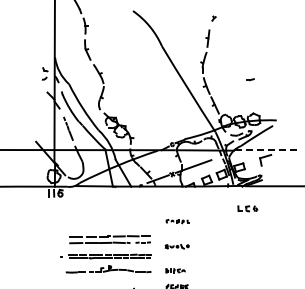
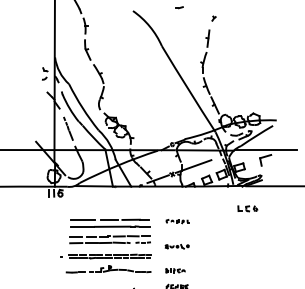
part at (250, 79) position: (250, 79) -> (179, 7)
line at (265, 150): dashed -> solid
part at (110, 222): none -> present
